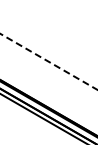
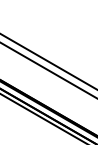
line at (48, 61): dashed -> solid
line at (48, 70): none -> present
